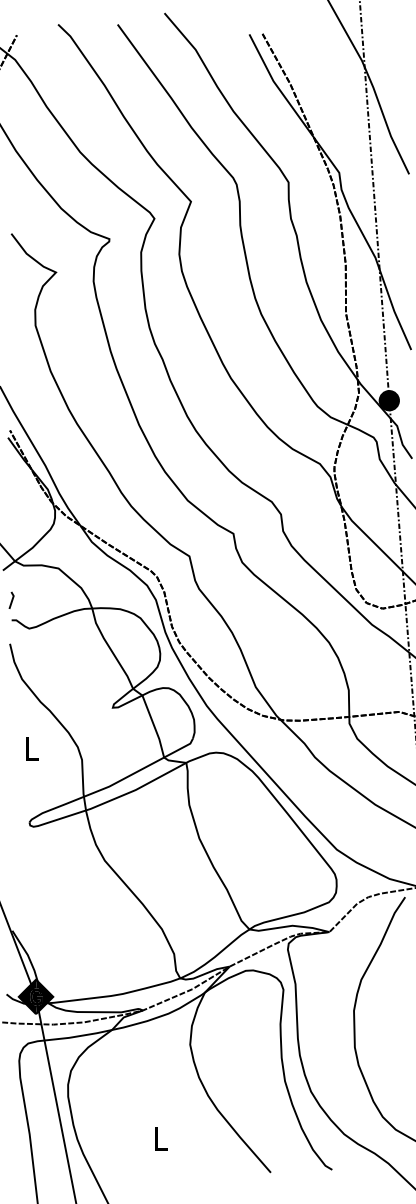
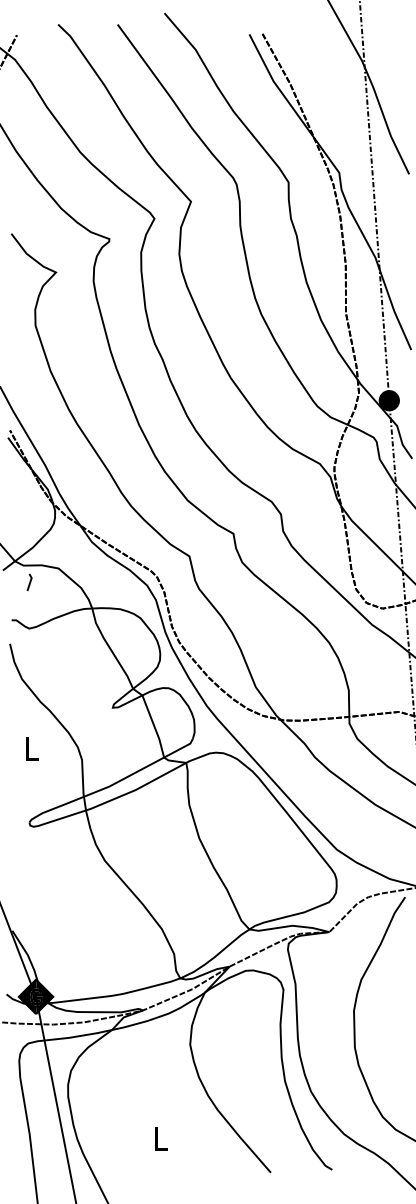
line at (11, 599) position: (11, 599) -> (29, 581)
